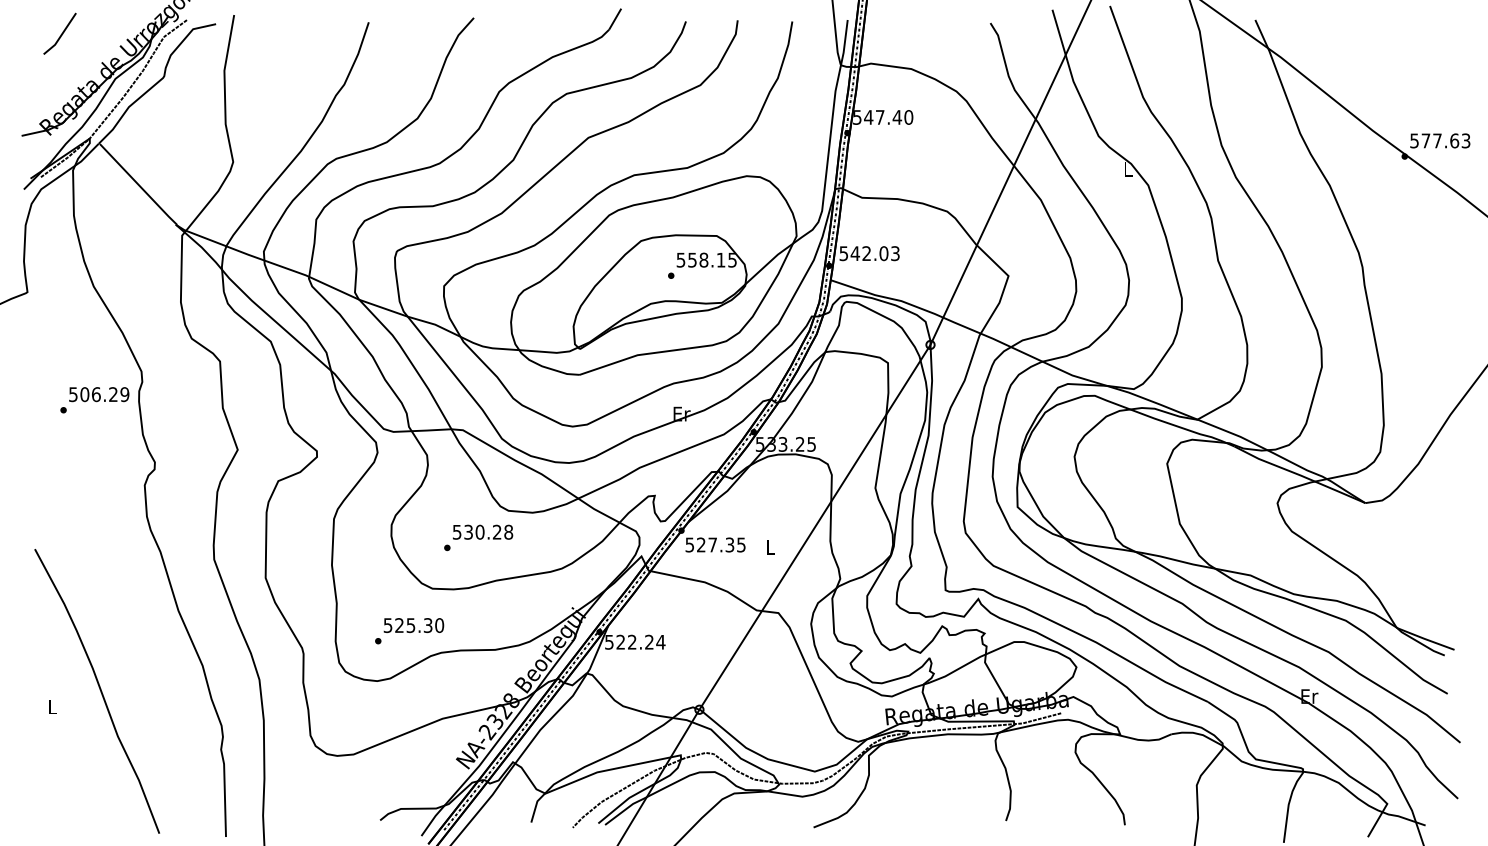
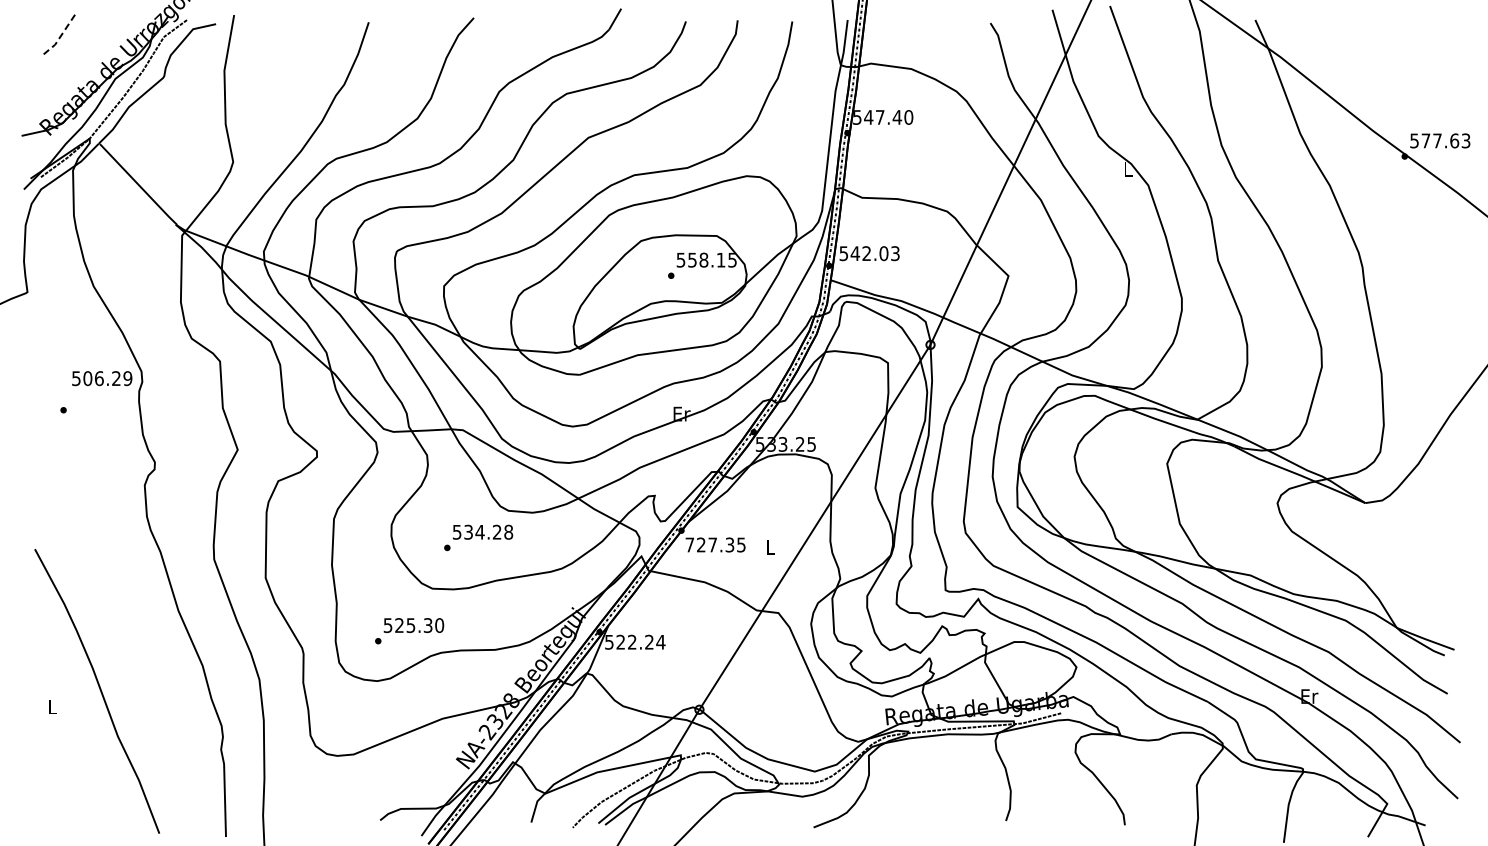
line at (61, 35): solid -> dashed
text at (99, 394) position: (99, 394) -> (102, 378)
text at (479, 531): 530.28 -> 534.28
text at (689, 544): 527.35 -> 727.35
